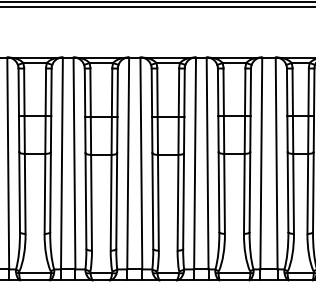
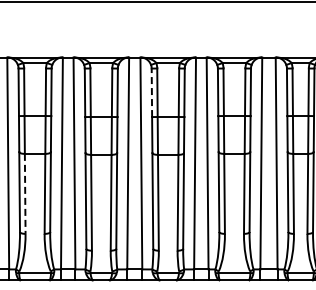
line at (157, 7): present -> none
line at (151, 92): solid -> dashed
line at (25, 193): solid -> dashed
